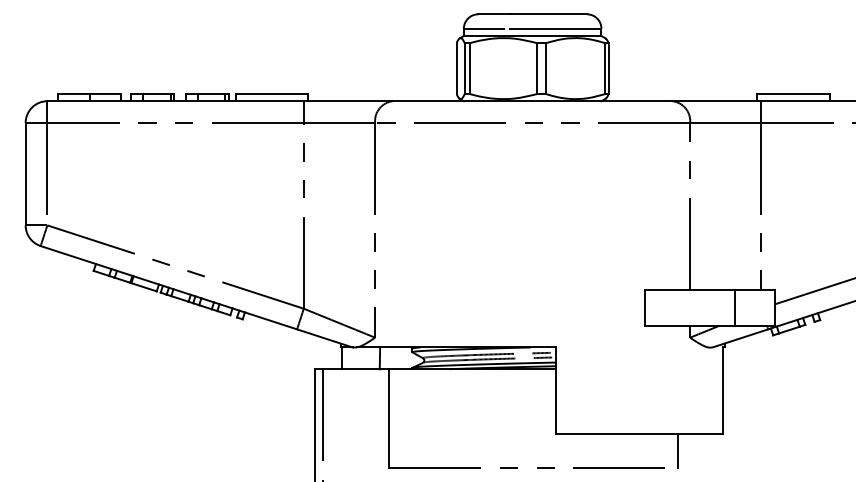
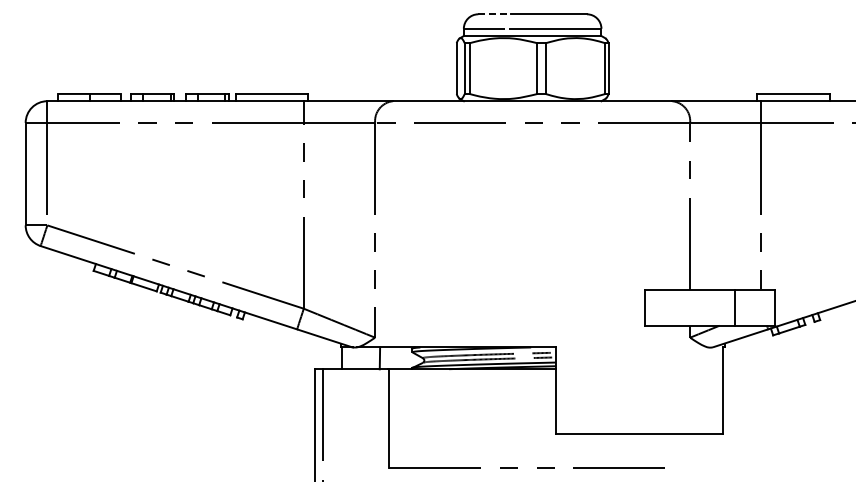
line at (495, 14): solid -> dashed
line at (813, 291): present -> none
line at (677, 450): present -> none
